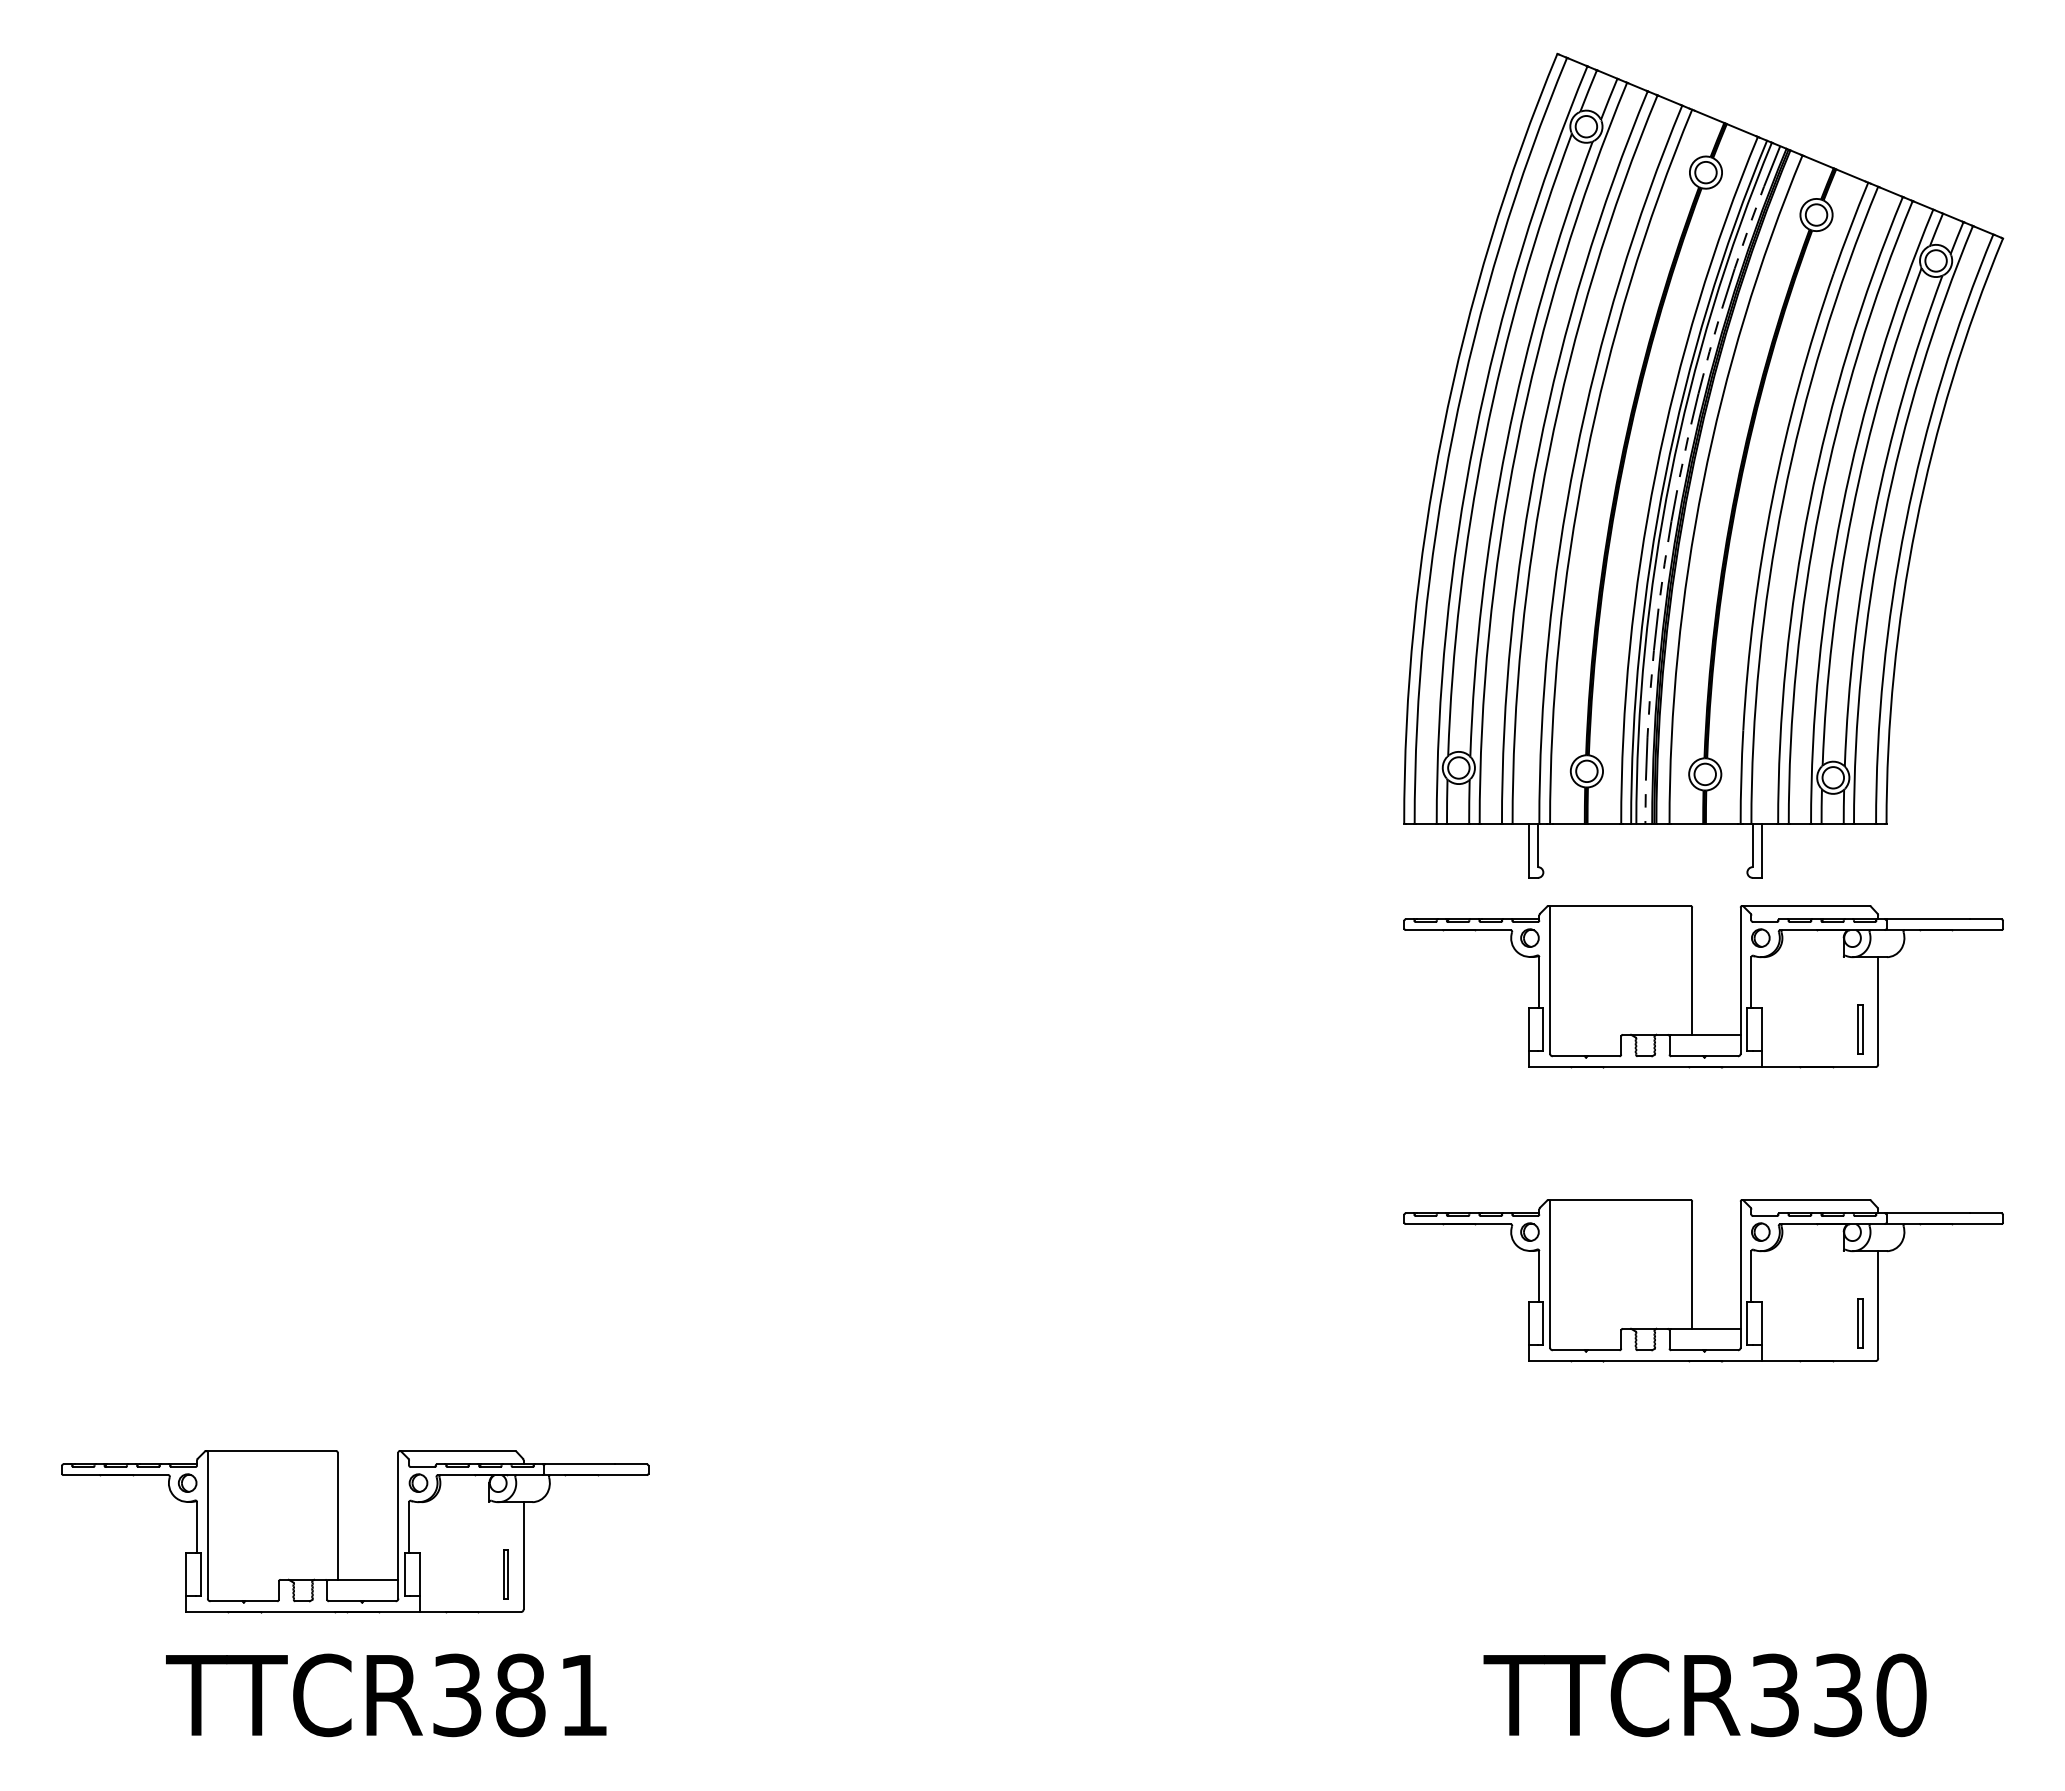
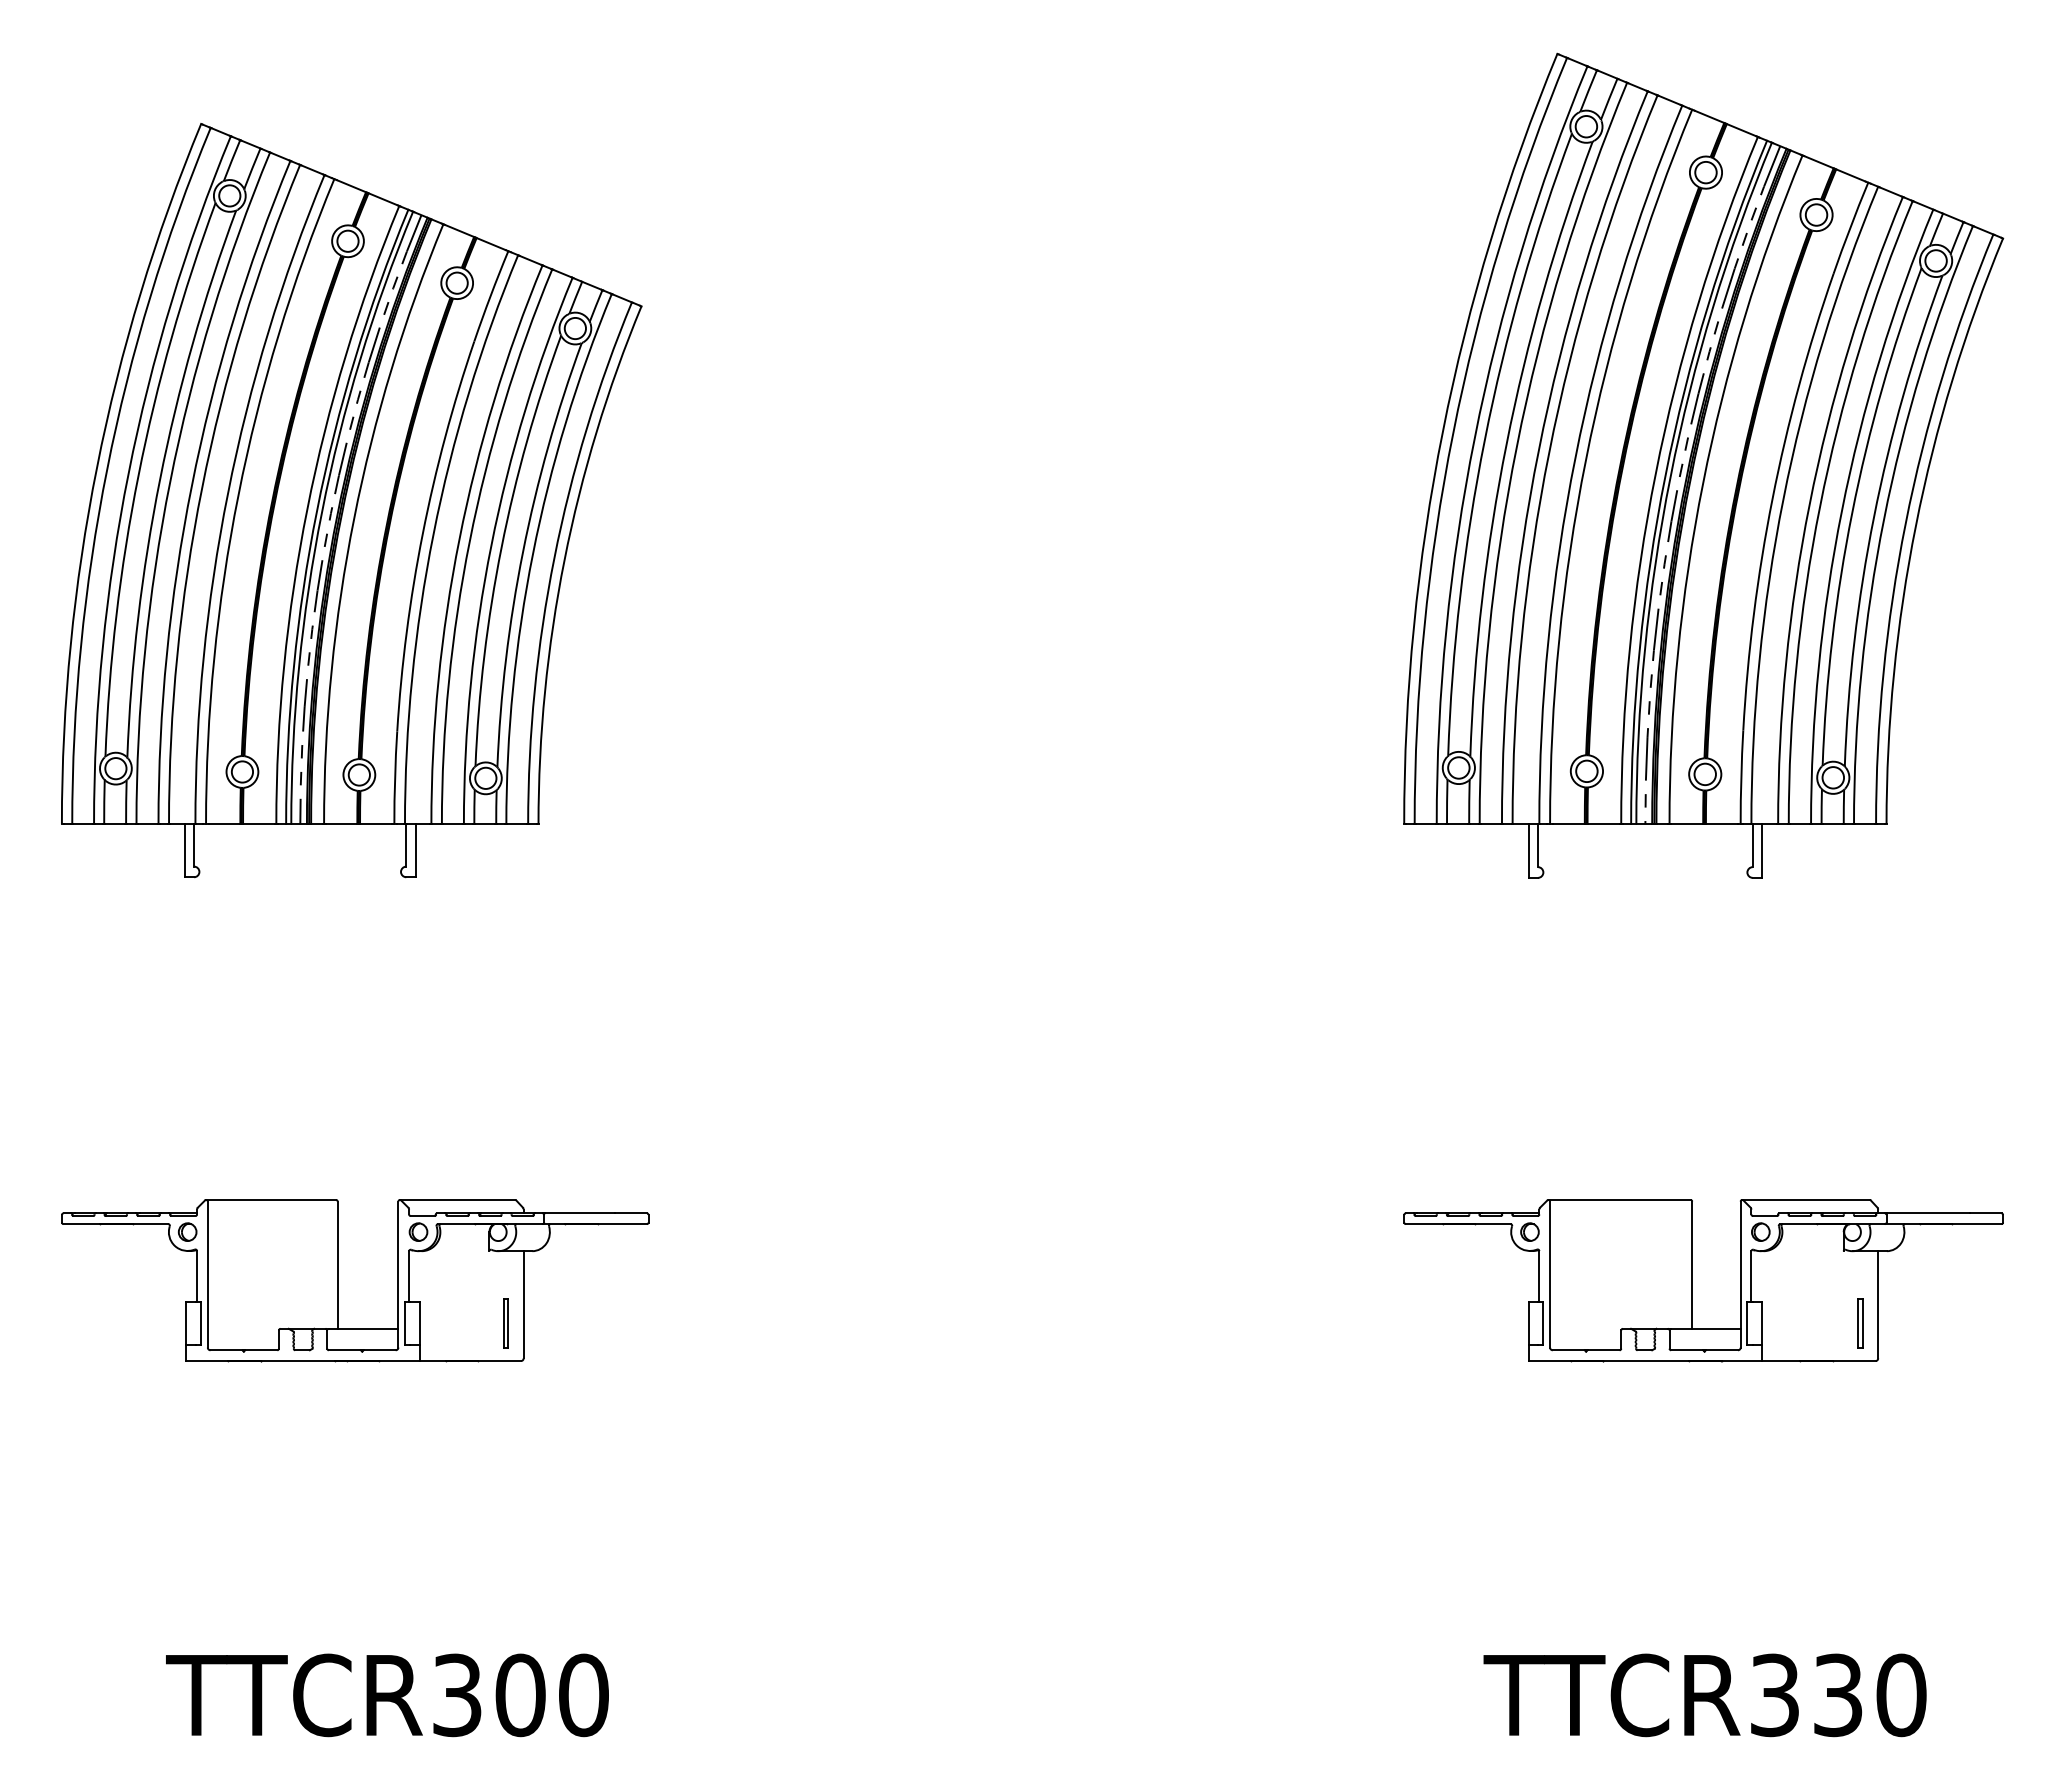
part at (351, 500): none -> present
part at (1692, 986): present -> none
part at (338, 1531) position: (338, 1531) -> (338, 1280)
text at (551, 1695): TTCR381 -> TTCR300
